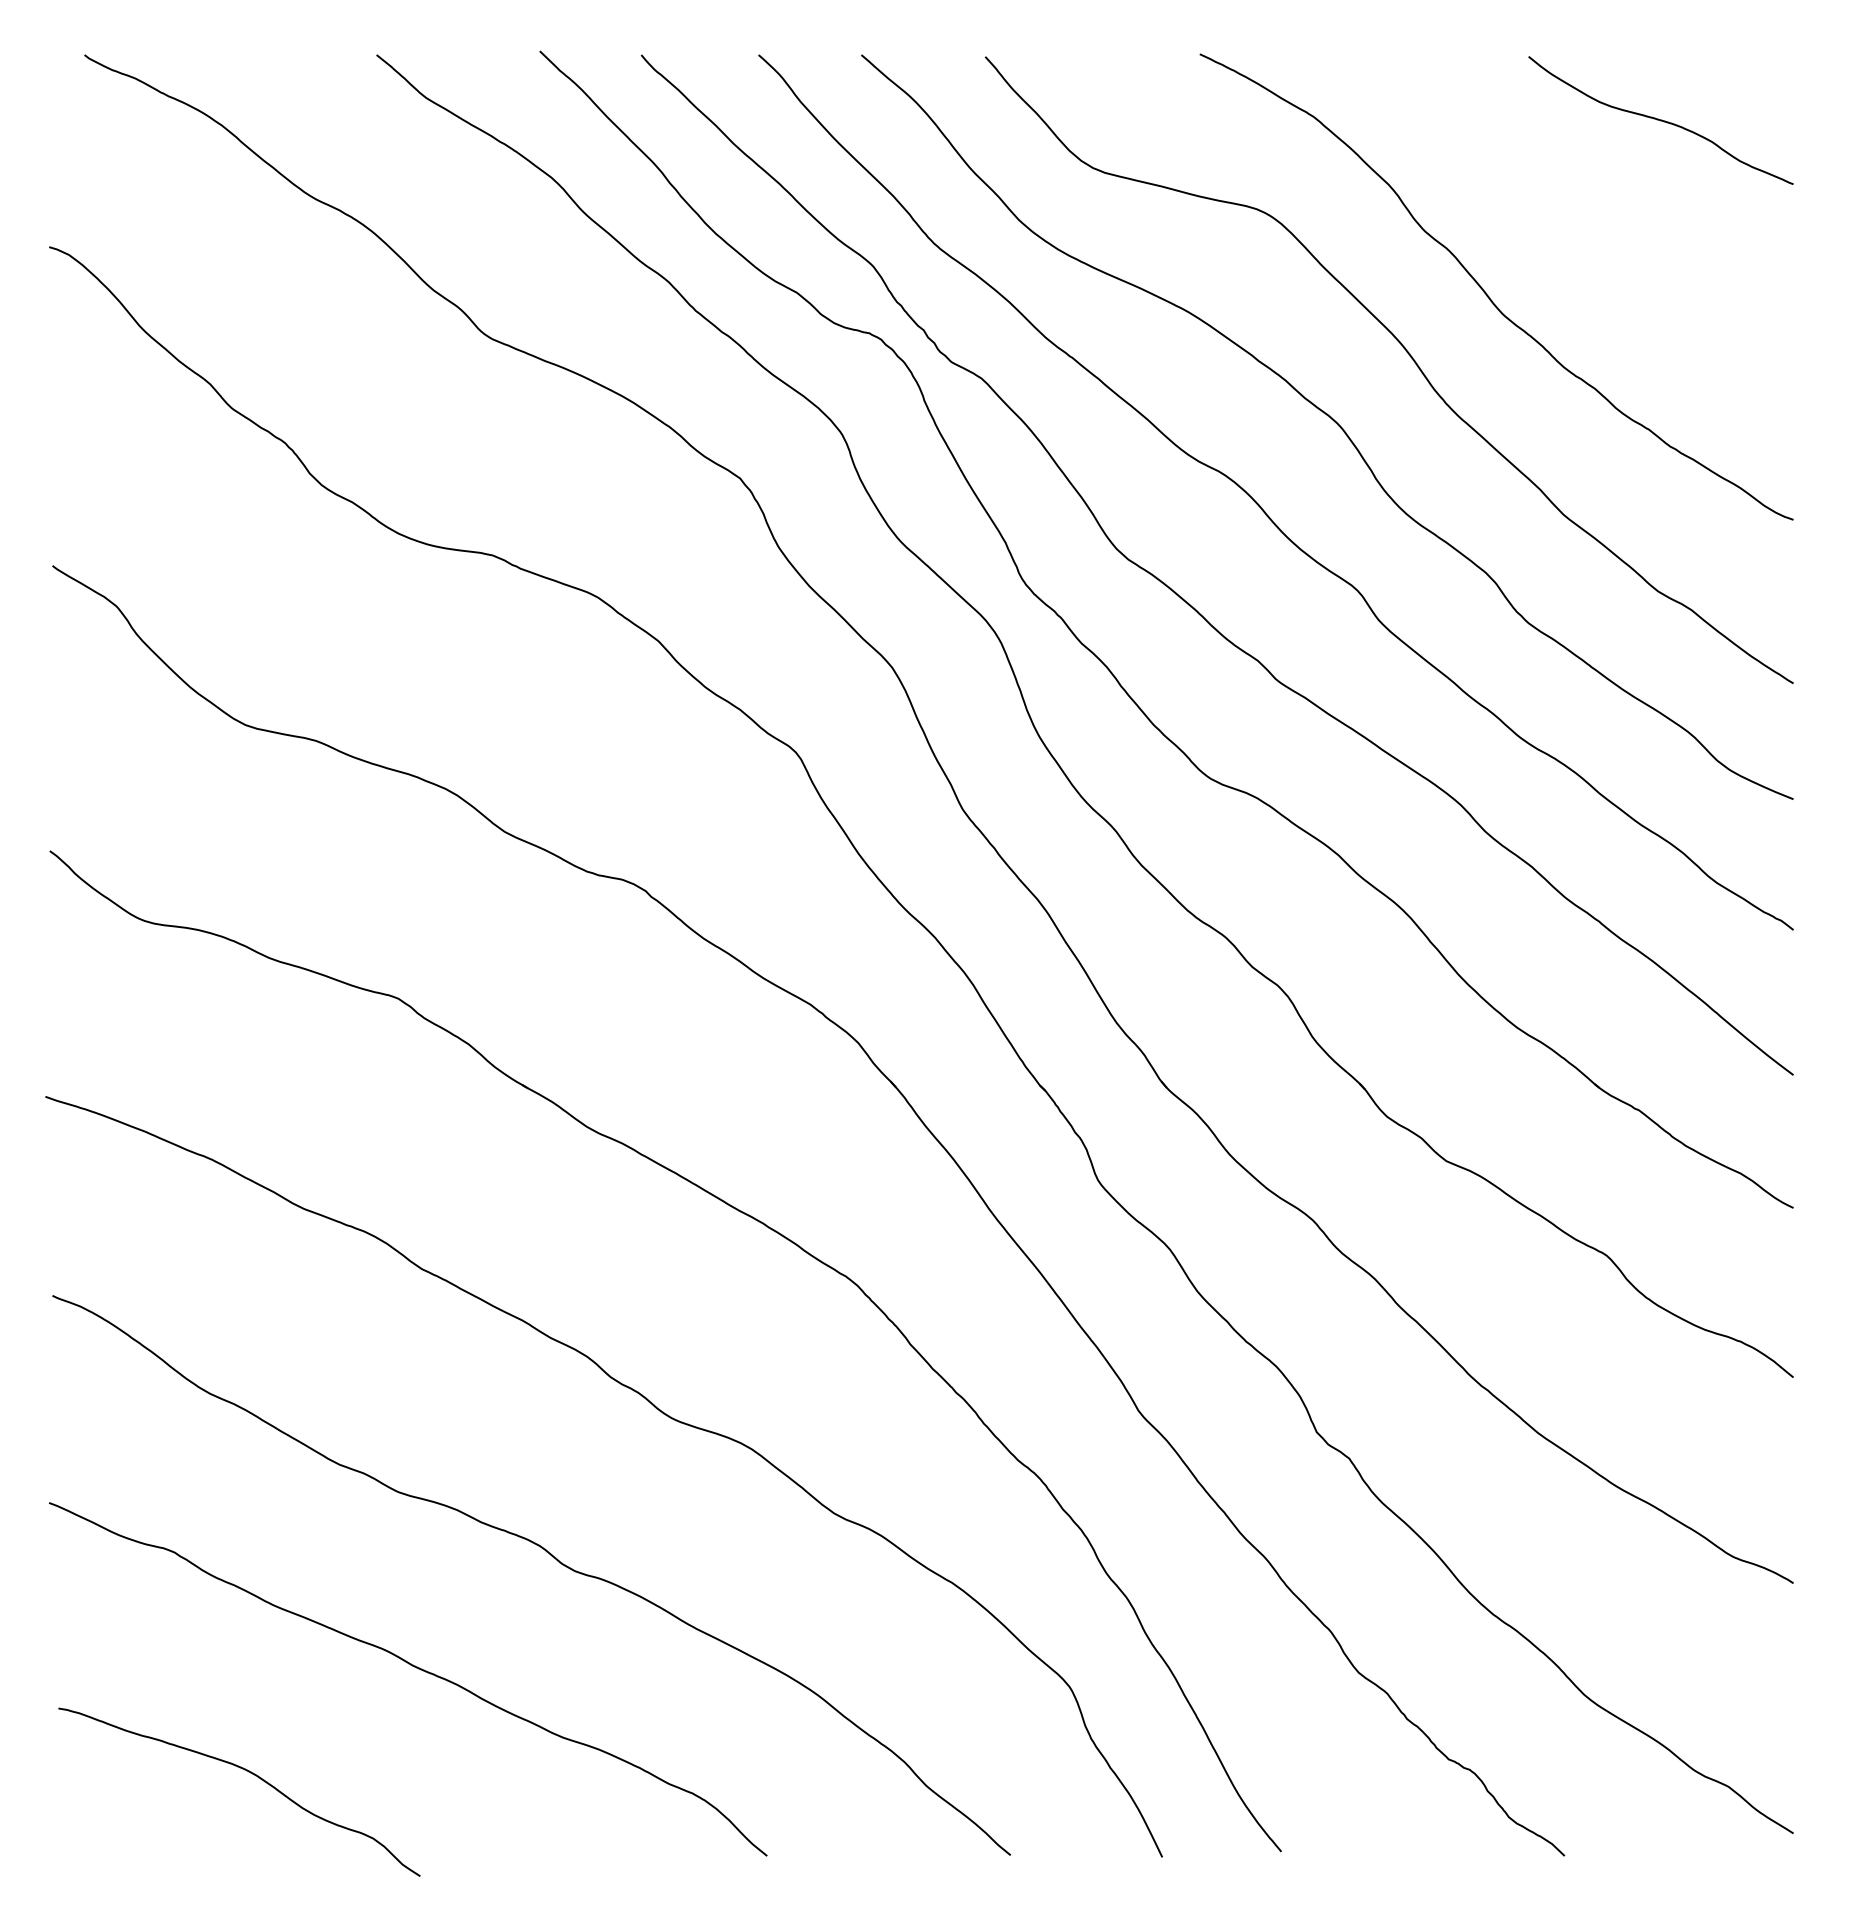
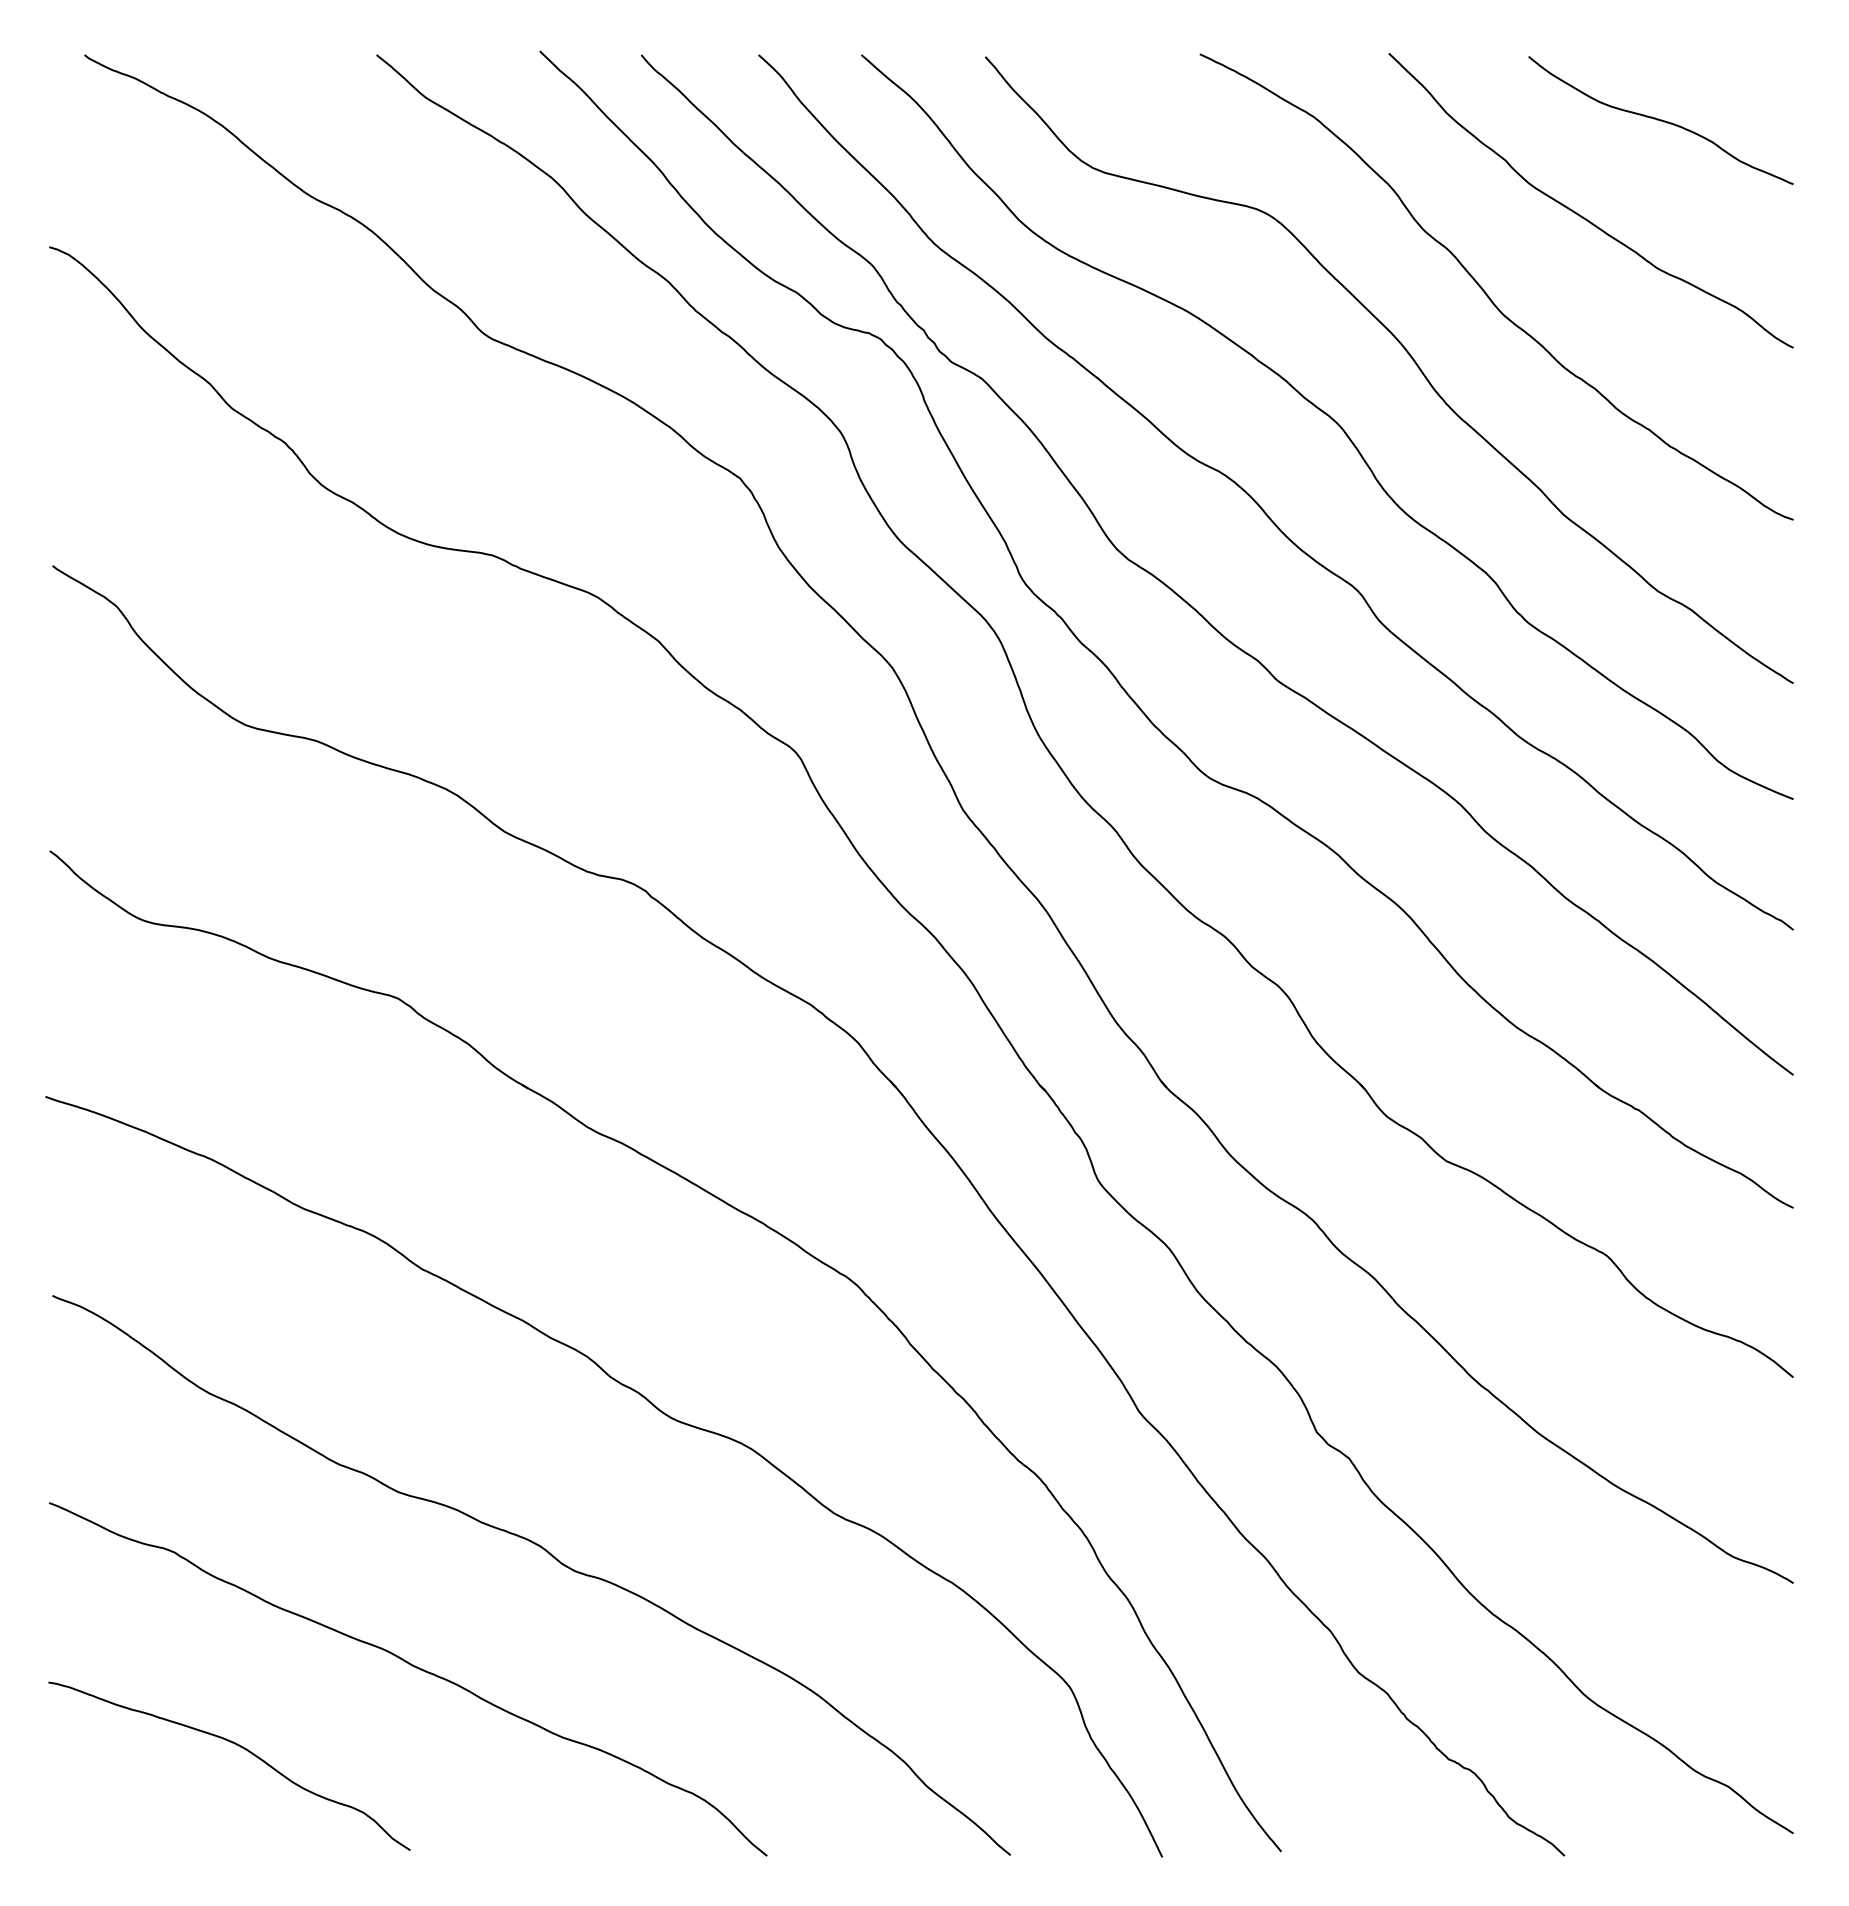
curve at (1580, 214): none -> present
curve at (248, 1772) position: (248, 1772) -> (238, 1746)
